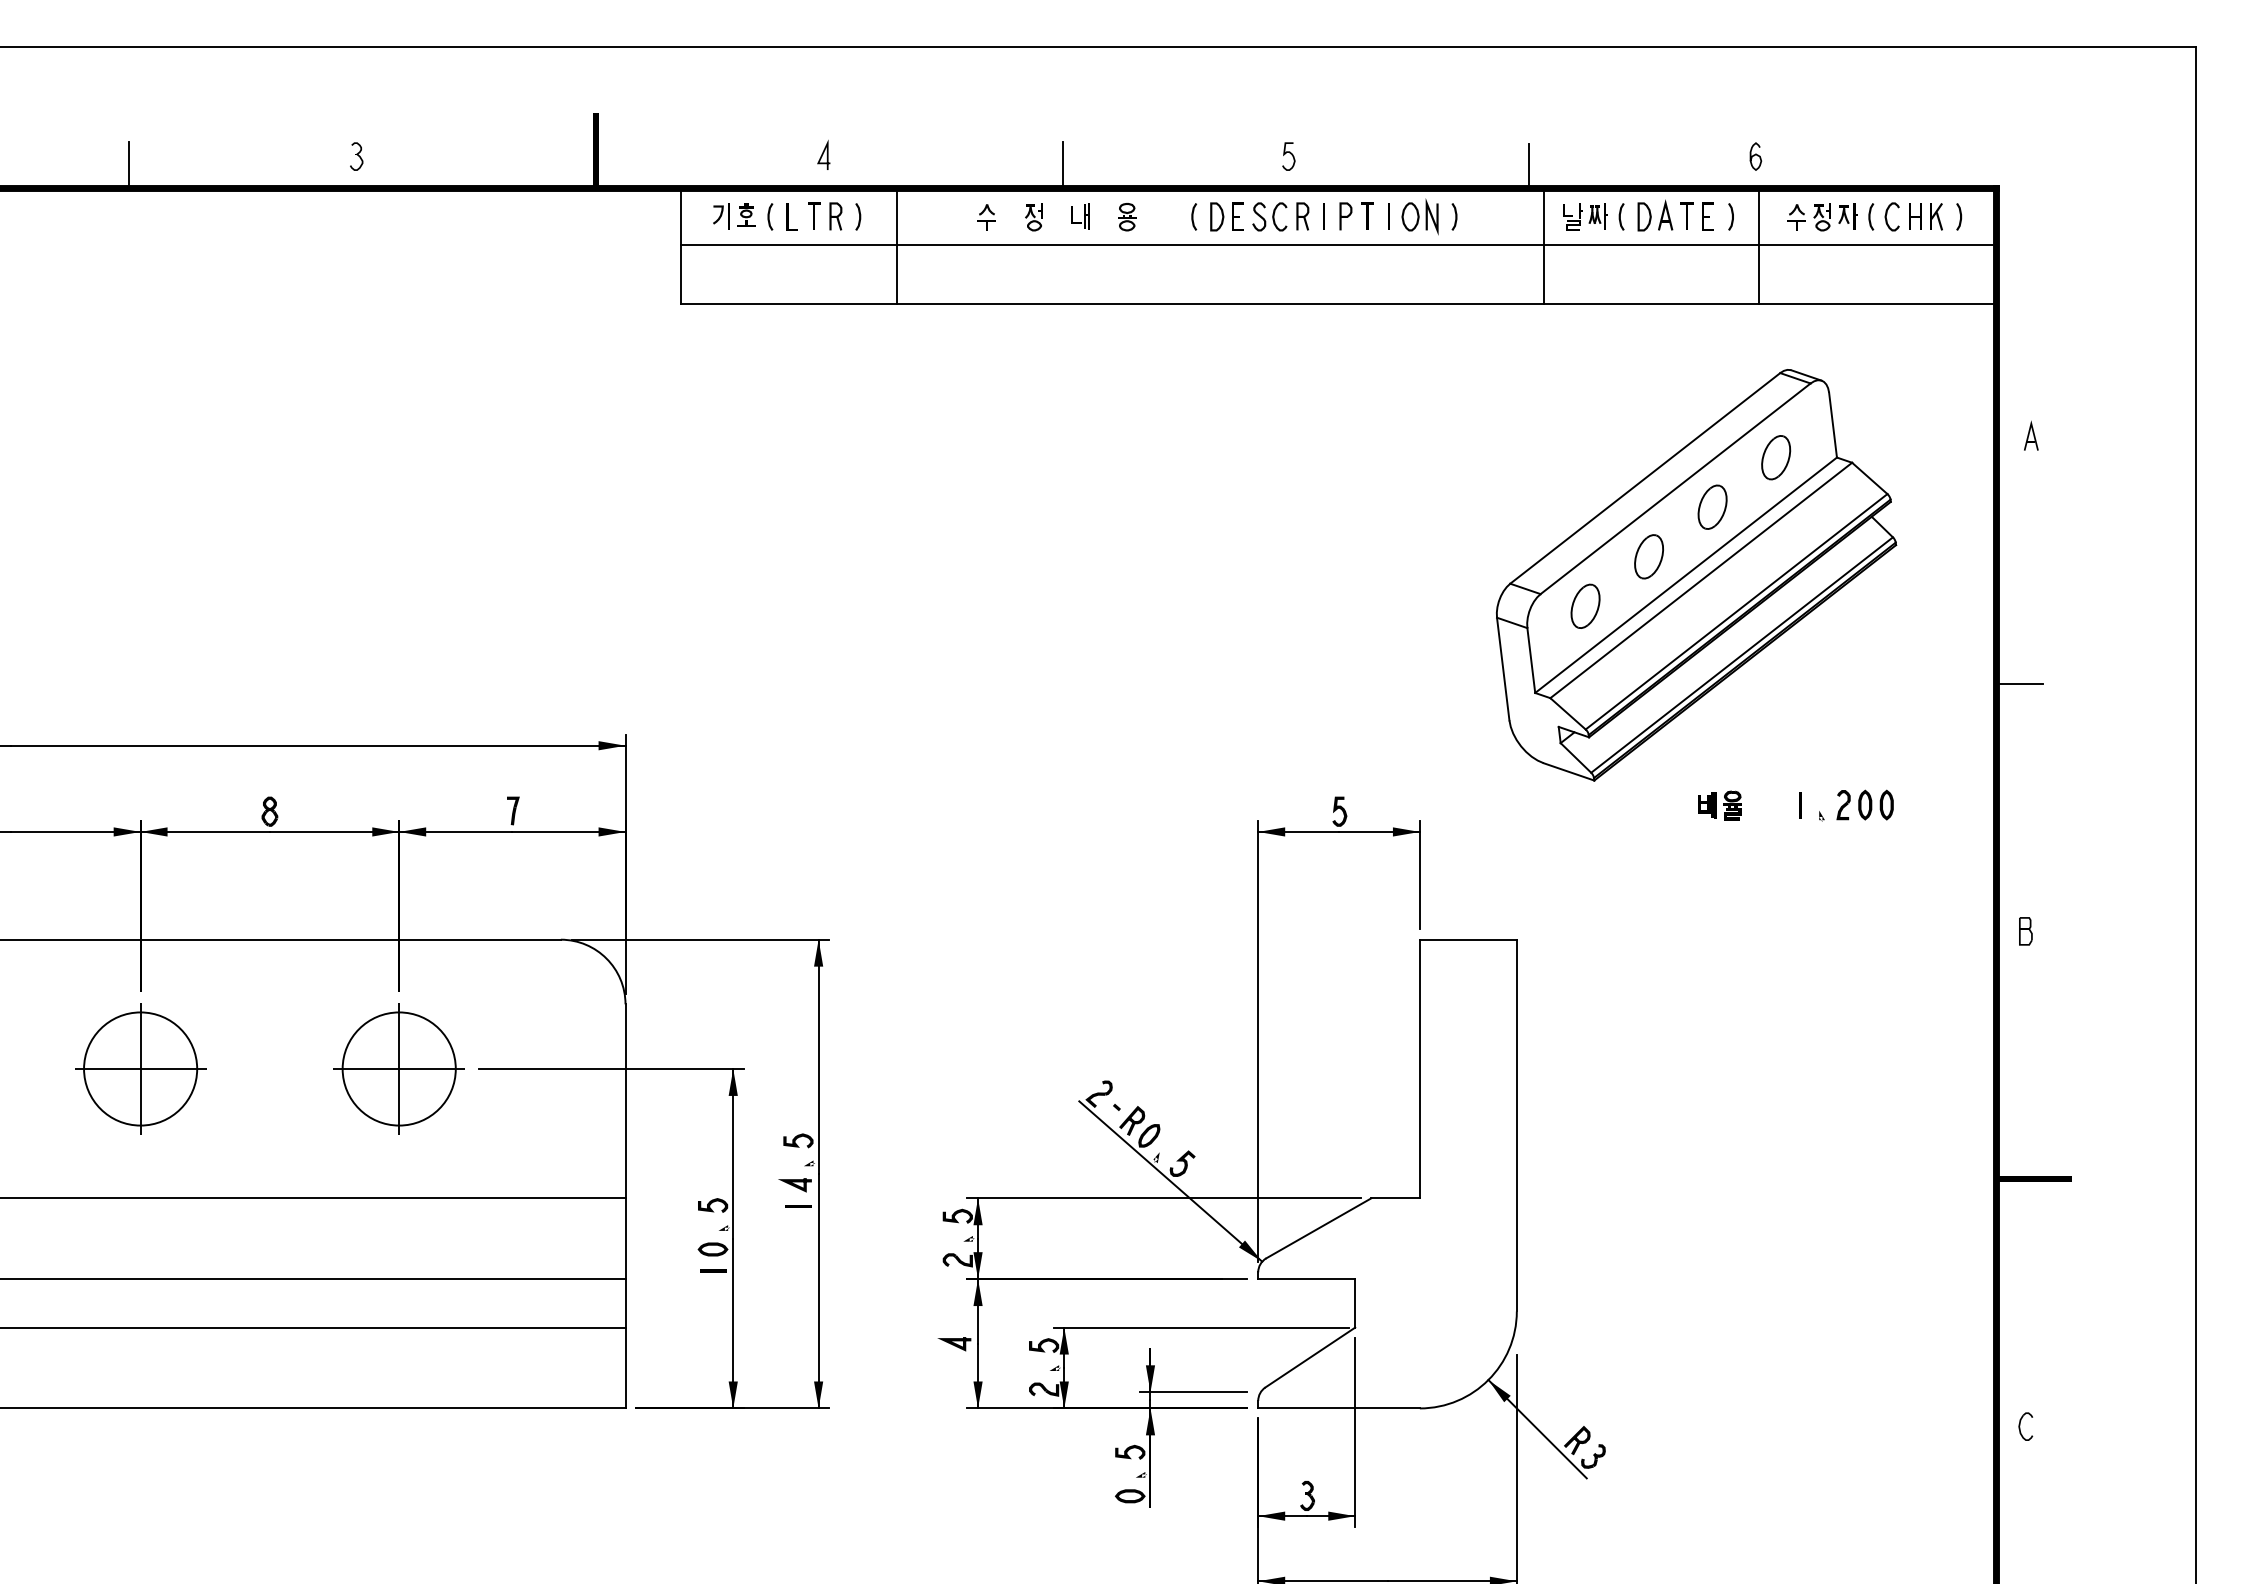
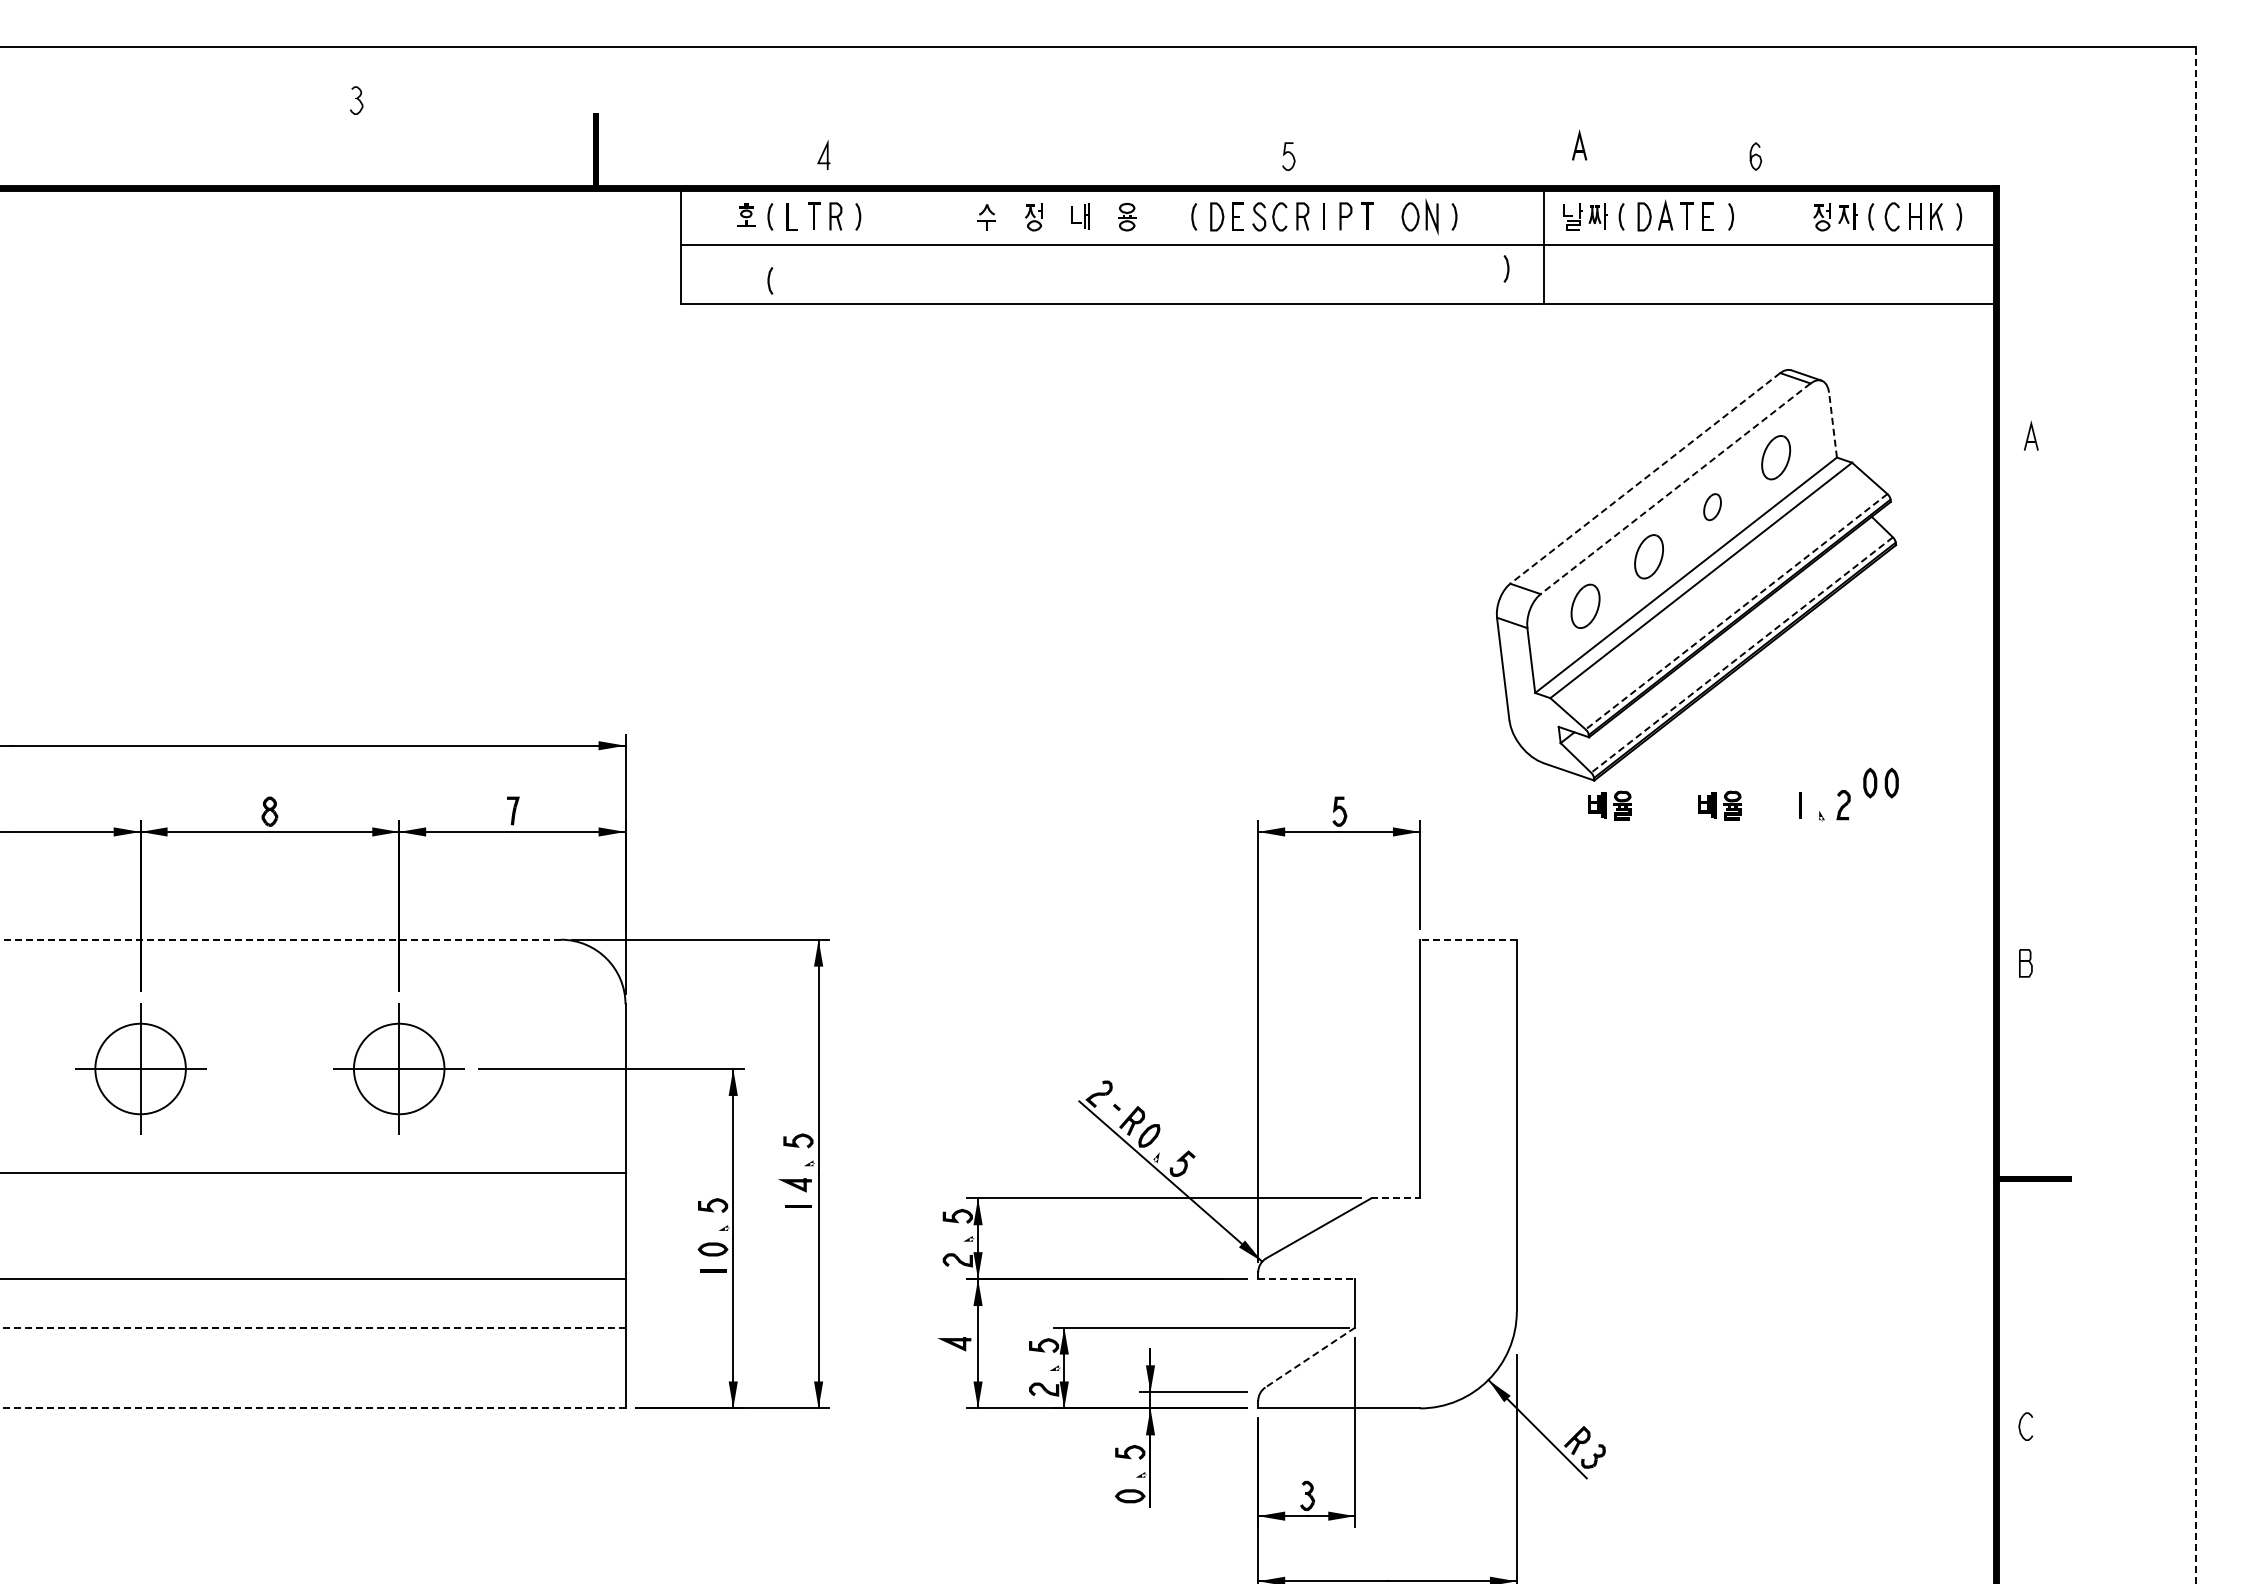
part at (1579, 144): none -> present
part at (356, 156) position: (356, 156) -> (356, 100)
line at (129, 164): present -> none
line at (1062, 164): present -> none
line at (1529, 166): present -> none
part at (721, 216): present -> none
line at (1388, 216): present -> none
part at (1796, 217): present -> none
line at (896, 246): present -> none
line at (1759, 246): present -> none
curve at (1507, 268): none -> present
curve at (769, 280): none -> present
line at (1833, 425): solid -> dashed
line at (1644, 478): solid -> dashed
line at (1675, 489): solid -> dashed
part at (1712, 506) size: 31x46 px -> 19x28 px
line at (1736, 612): solid -> dashed
line at (1741, 655): solid -> dashed
line at (2019, 683): present -> none
part at (1875, 804) position: (1875, 804) -> (1880, 782)
part at (1609, 805): none -> present
line at (2196, 815): solid -> dashed
part at (2025, 931) position: (2025, 931) -> (2025, 963)
line at (280, 939): solid -> dashed
line at (1467, 939): solid -> dashed
circle at (140, 1068) diameter: 113 px -> 91 px
circle at (398, 1068) diameter: 113 px -> 91 px
line at (313, 1198) position: (313, 1198) -> (313, 1173)
line at (1396, 1198): solid -> dashed
line at (1307, 1279): solid -> dashed
line at (312, 1327): solid -> dashed
line at (1310, 1357): solid -> dashed
line at (312, 1408): solid -> dashed
